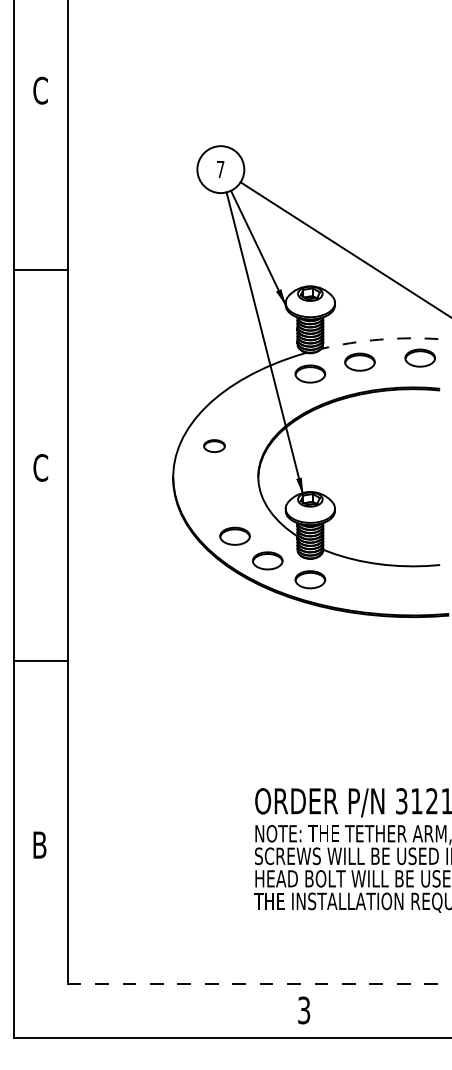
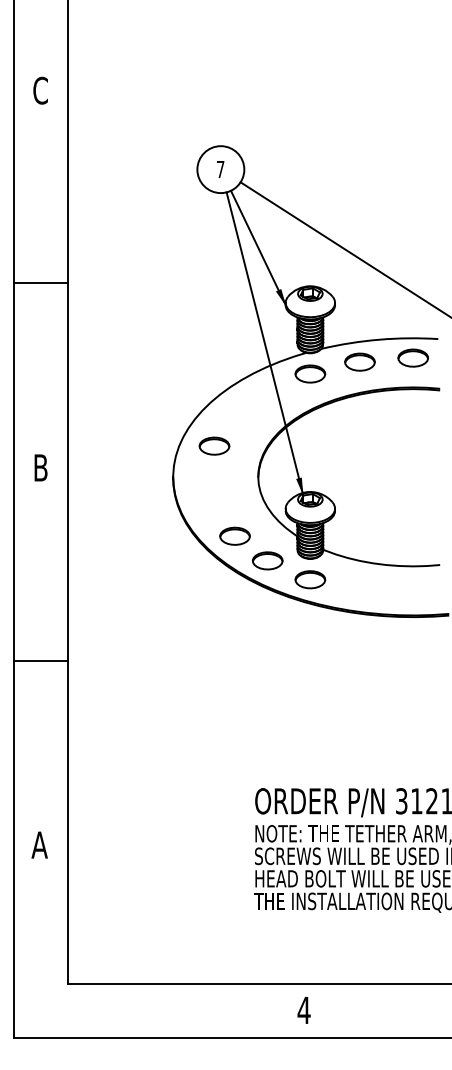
line at (40, 270) position: (40, 270) -> (40, 283)
arc at (379, 339): dashed -> solid
part at (419, 357) position: (419, 357) -> (412, 357)
part at (214, 445) size: 23x14 px -> 33x20 px
text at (40, 467): C -> B
text at (39, 844): B -> A
line at (259, 983): dashed -> solid
text at (303, 1010): 3 -> 4
